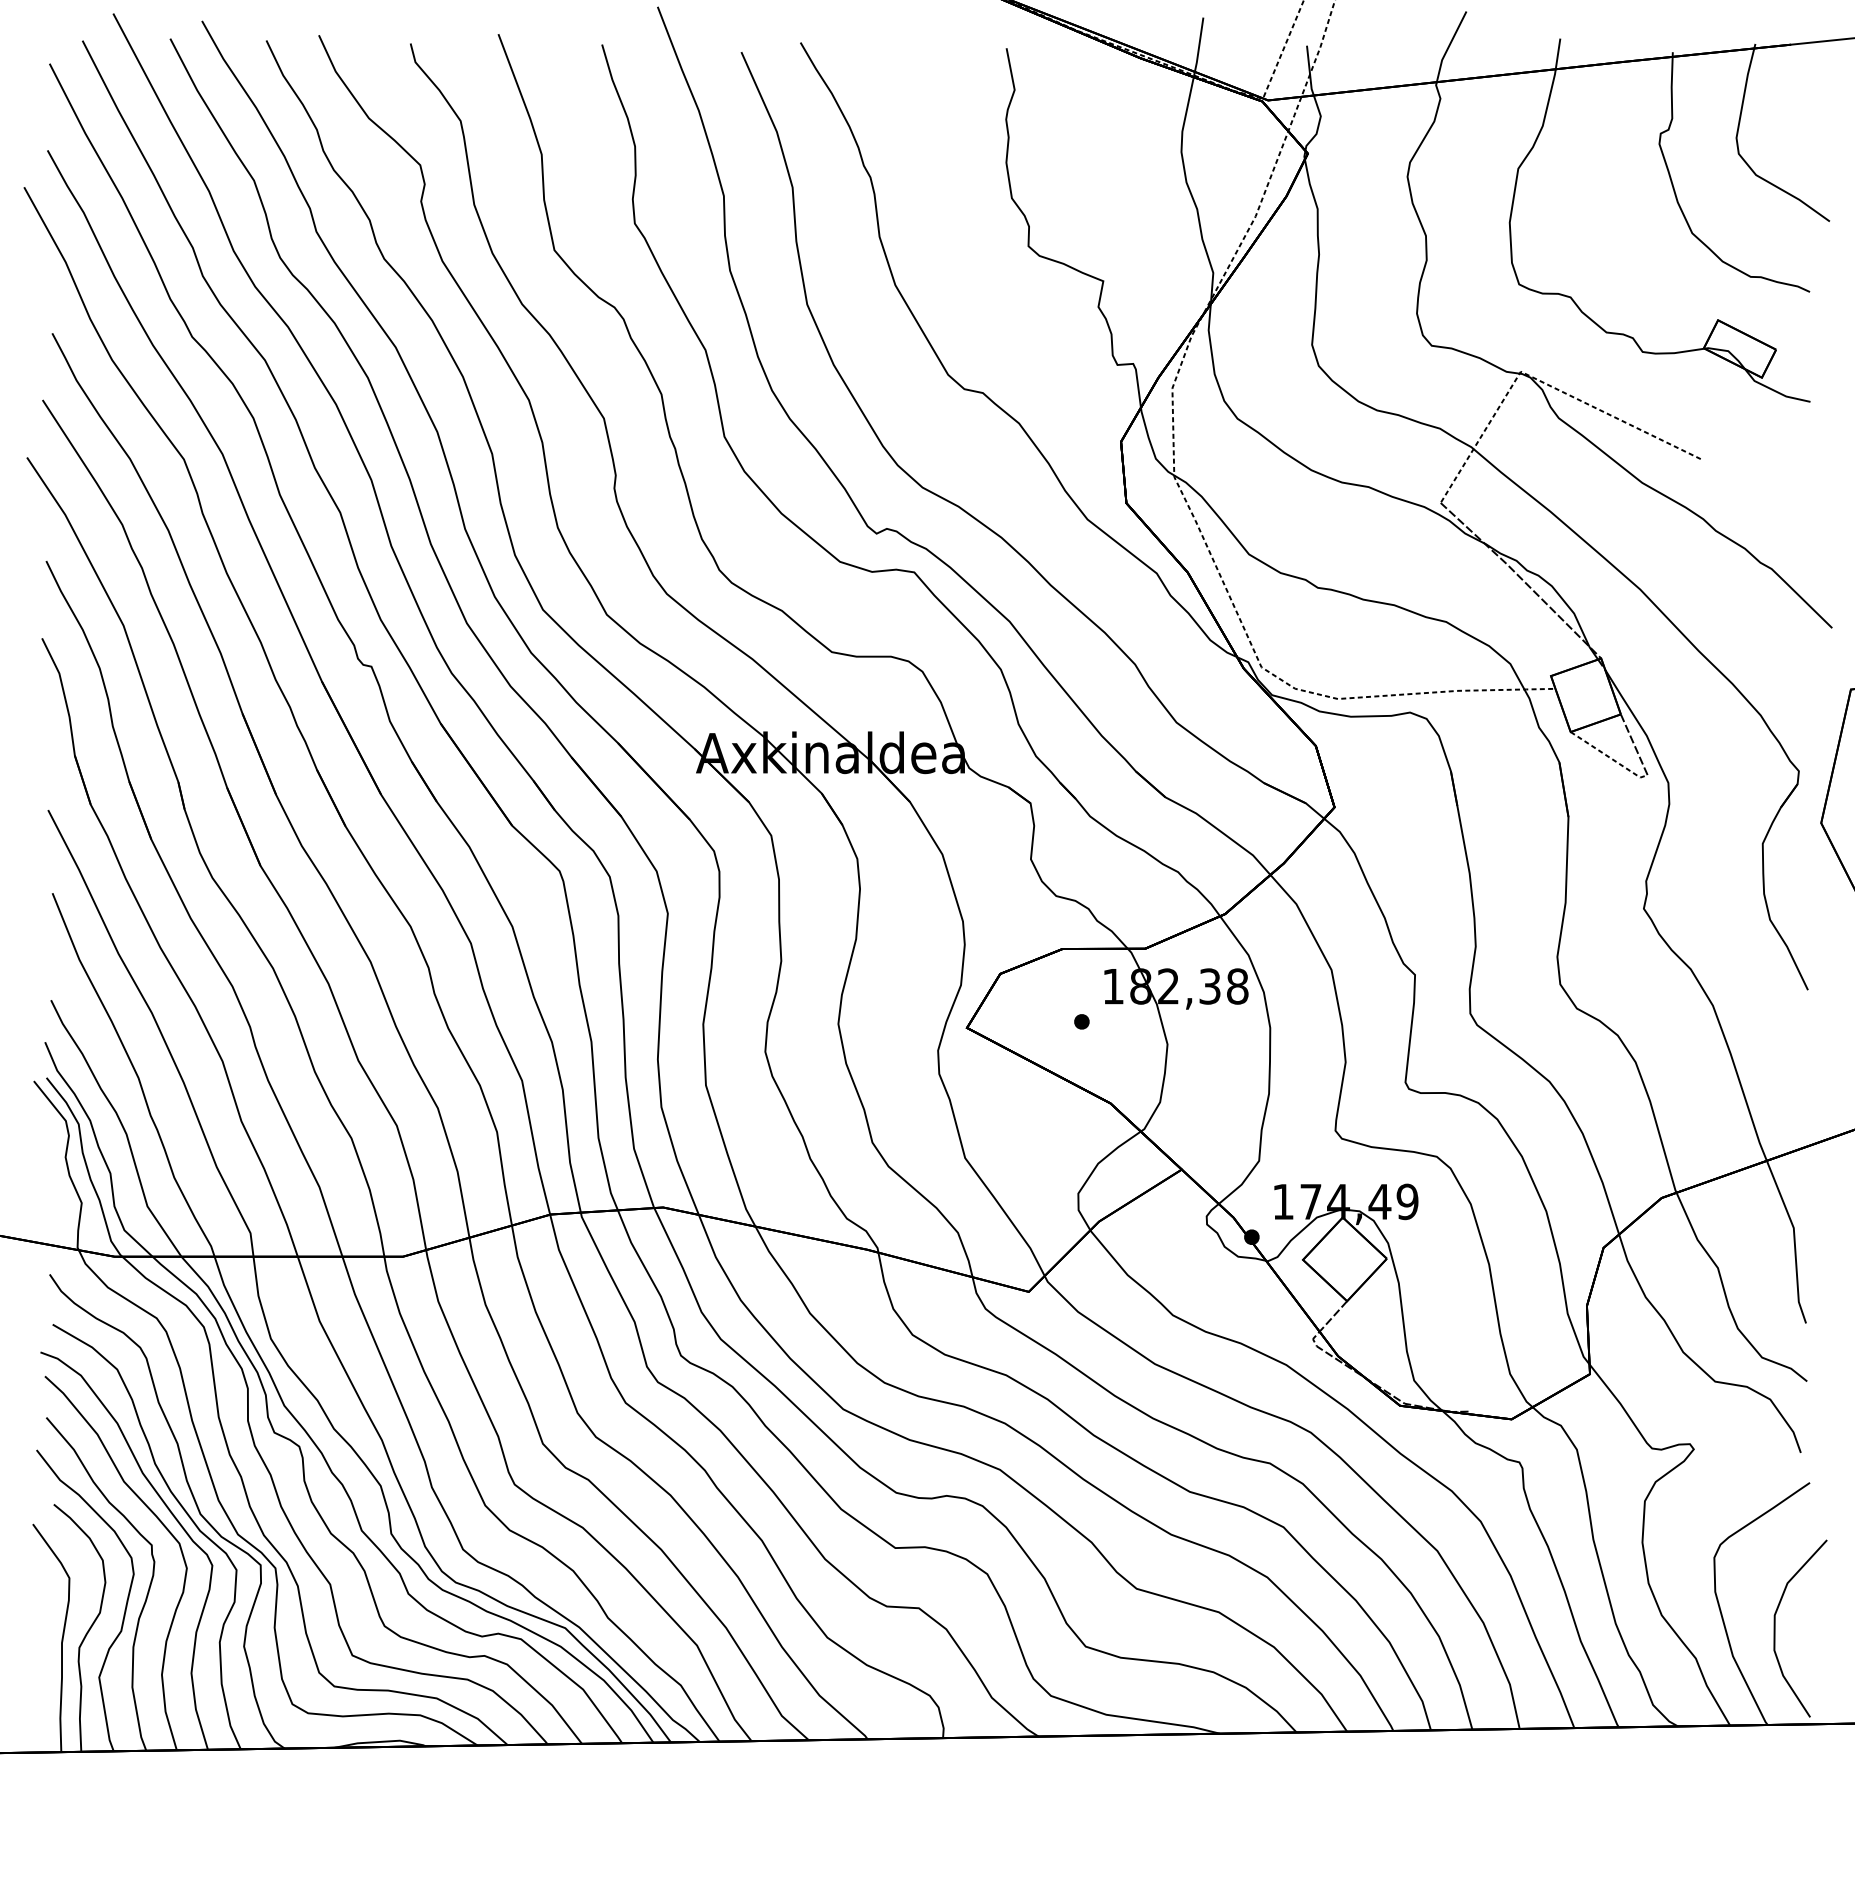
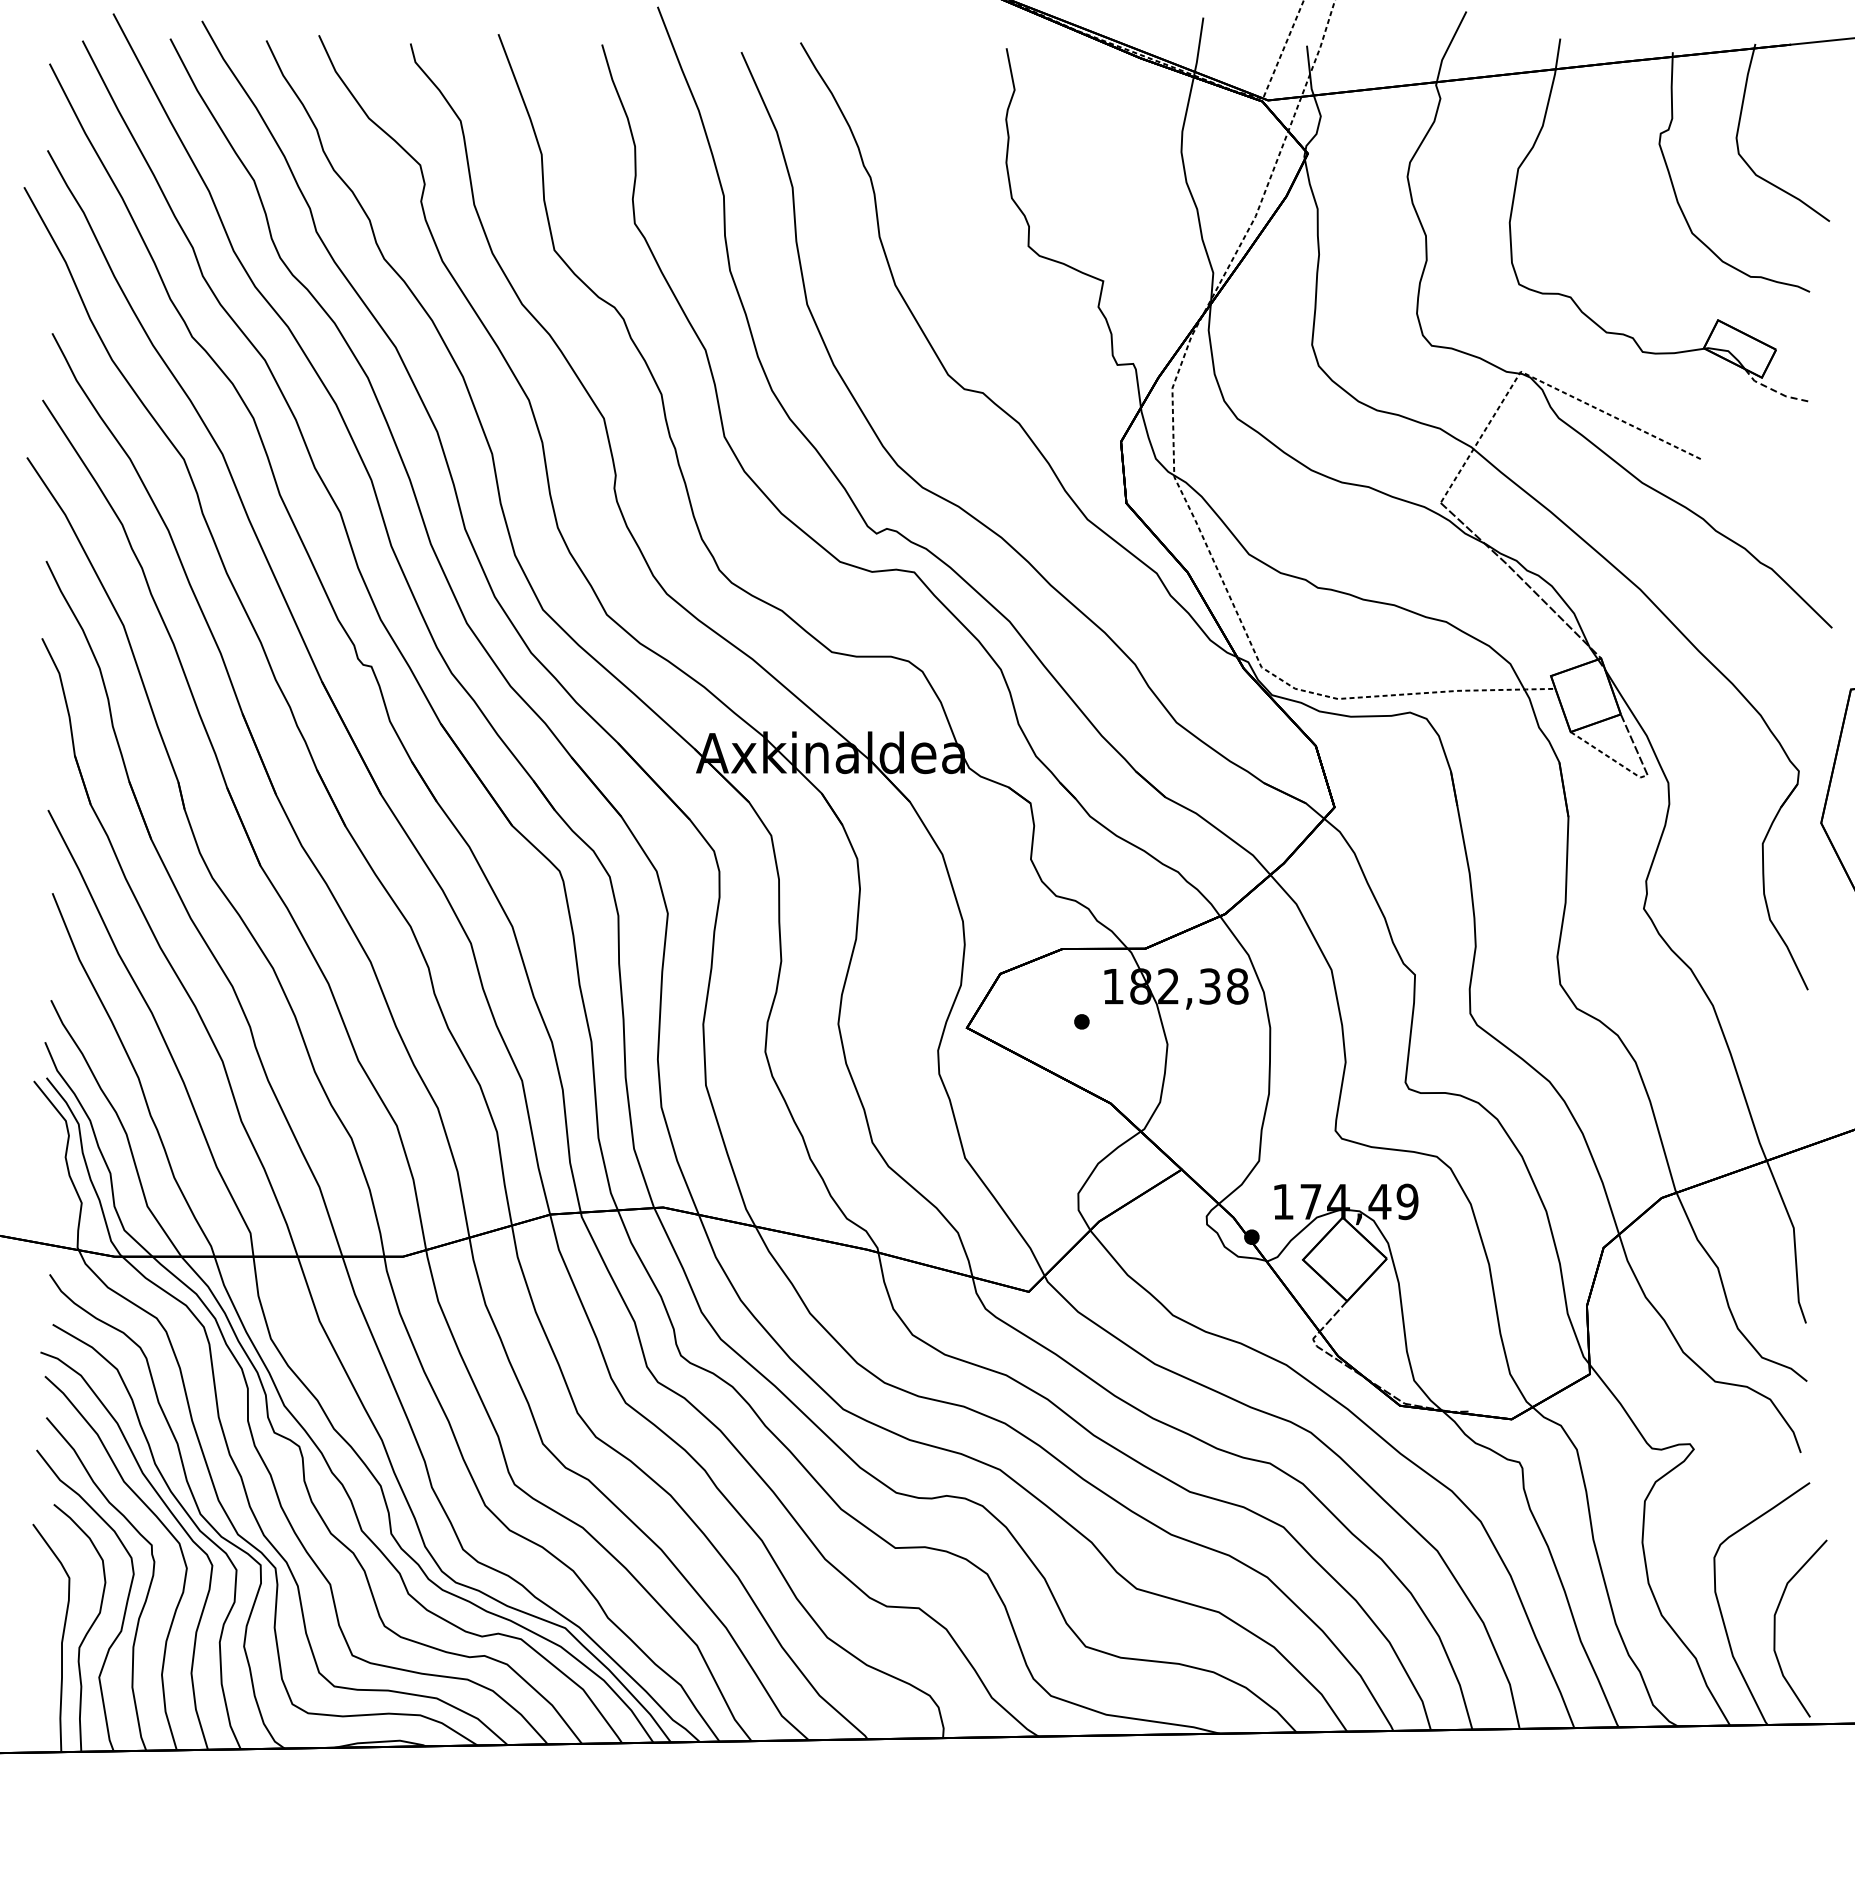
line at (1774, 390): solid -> dashed
